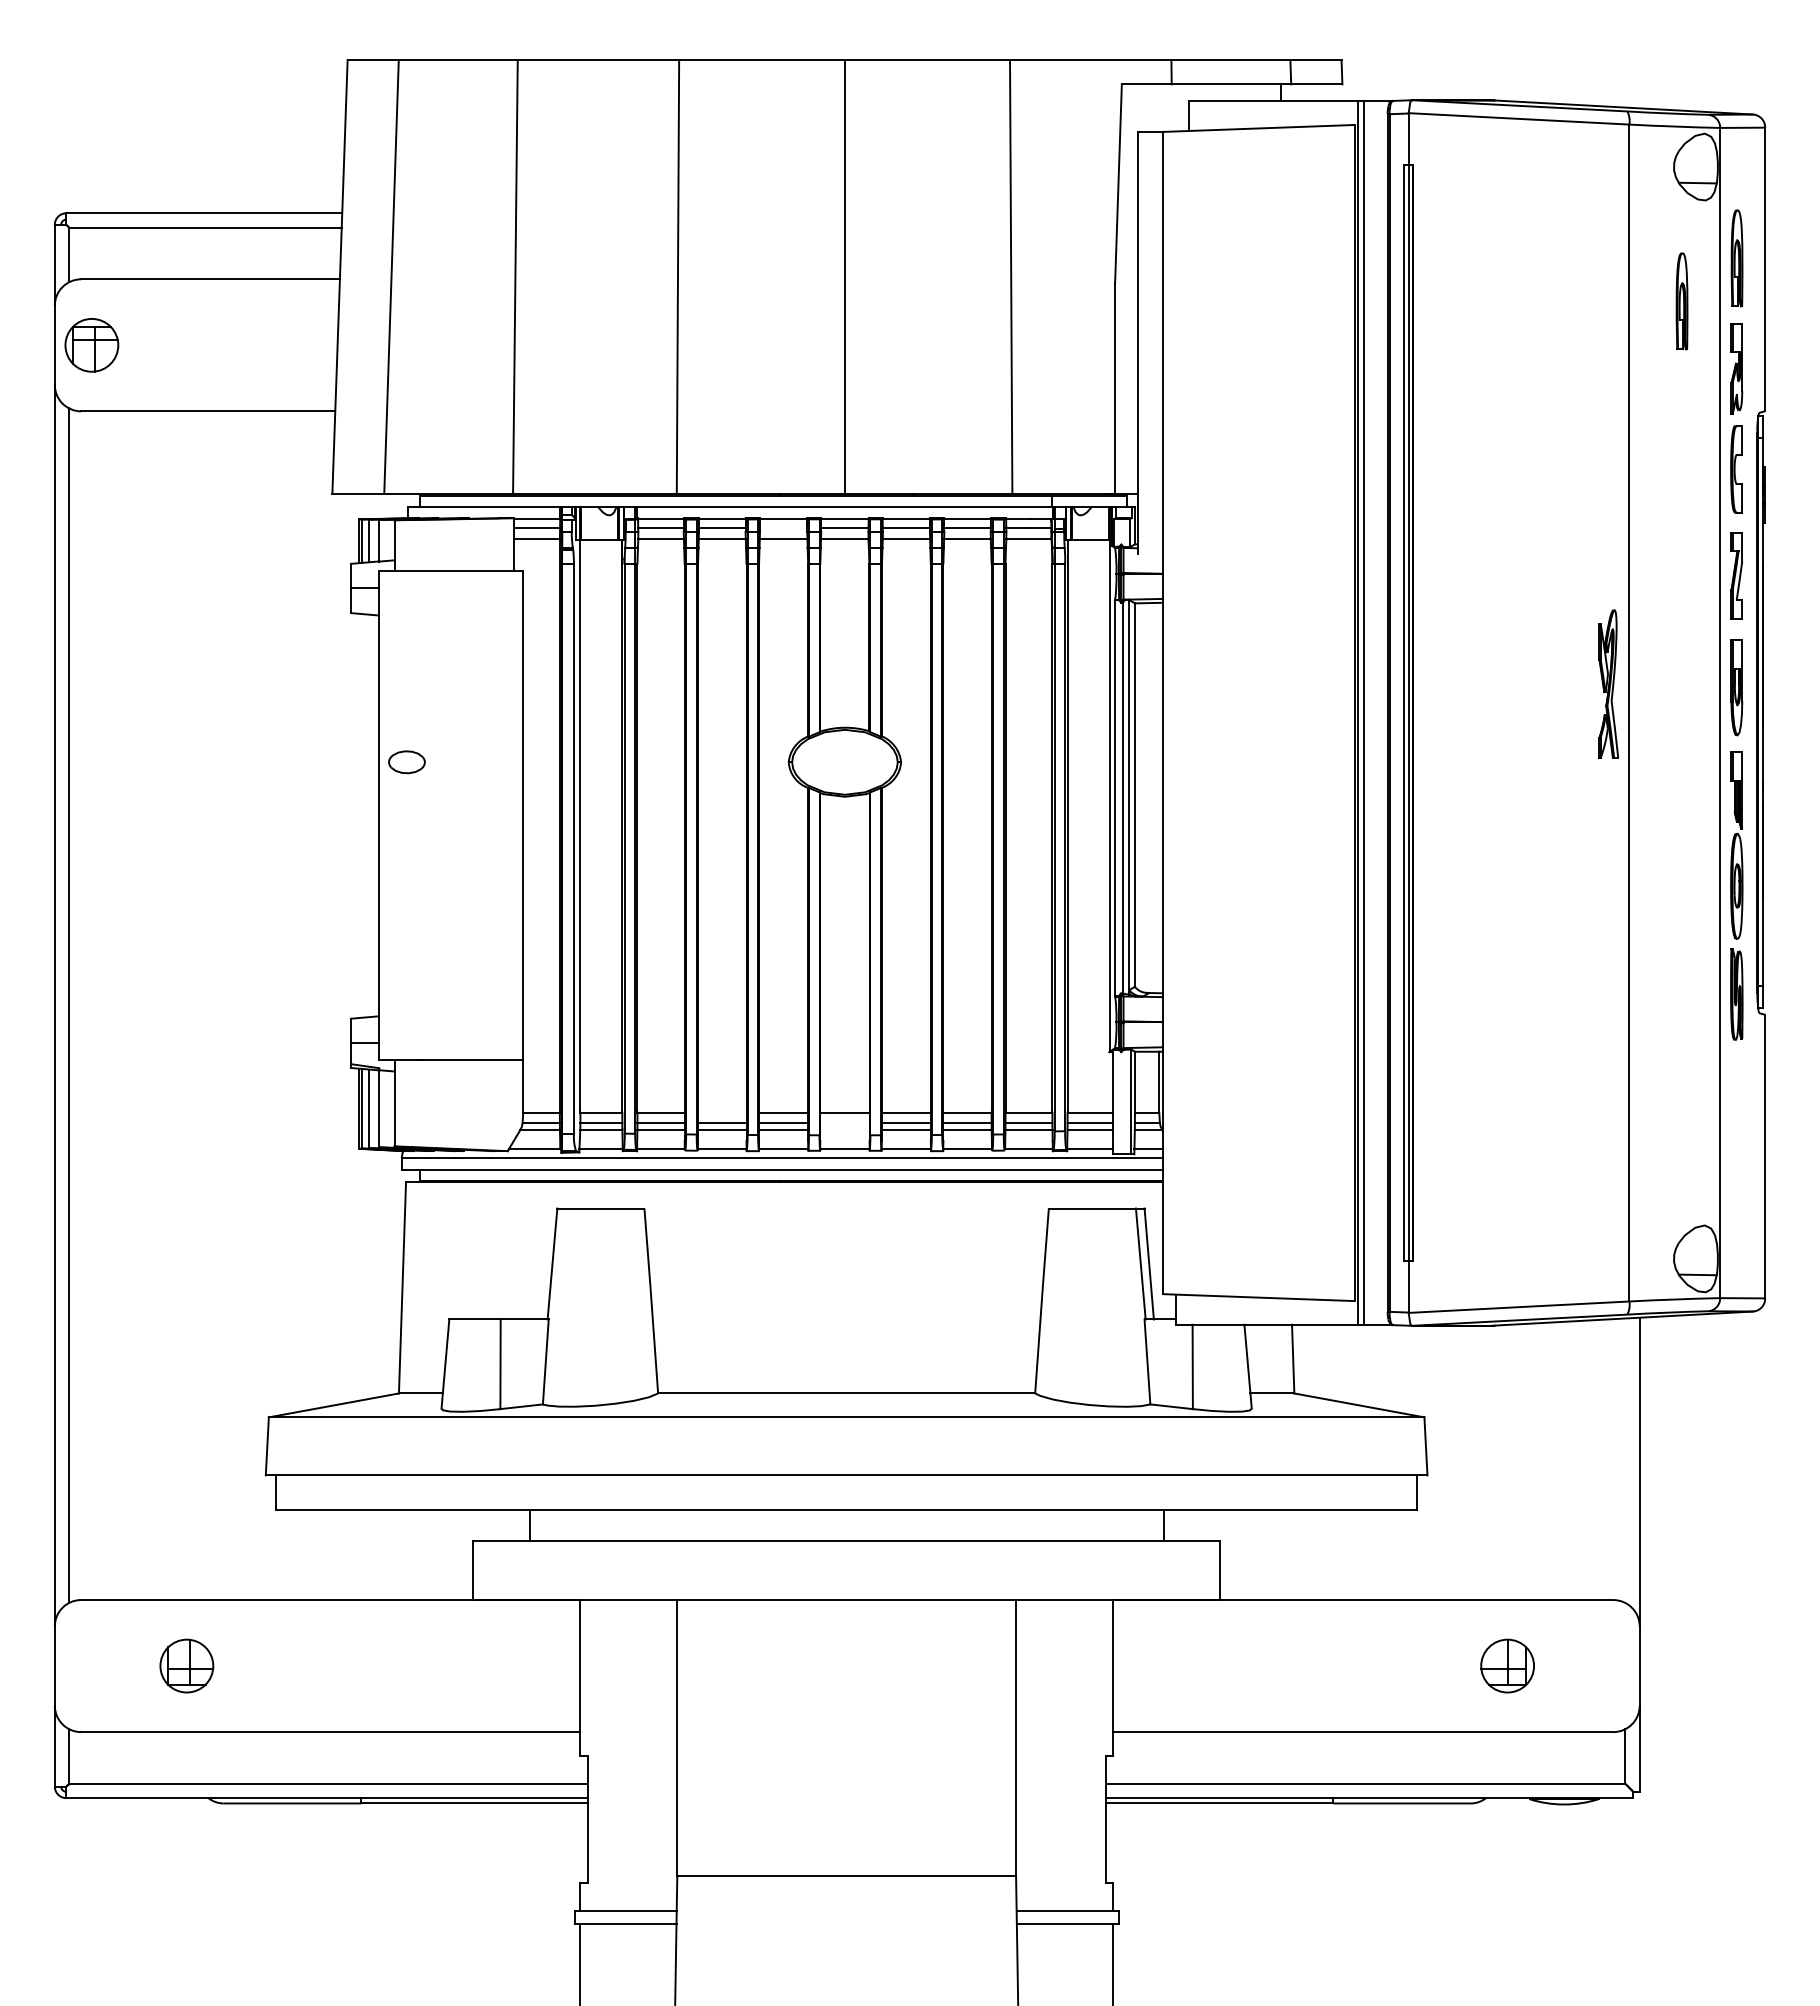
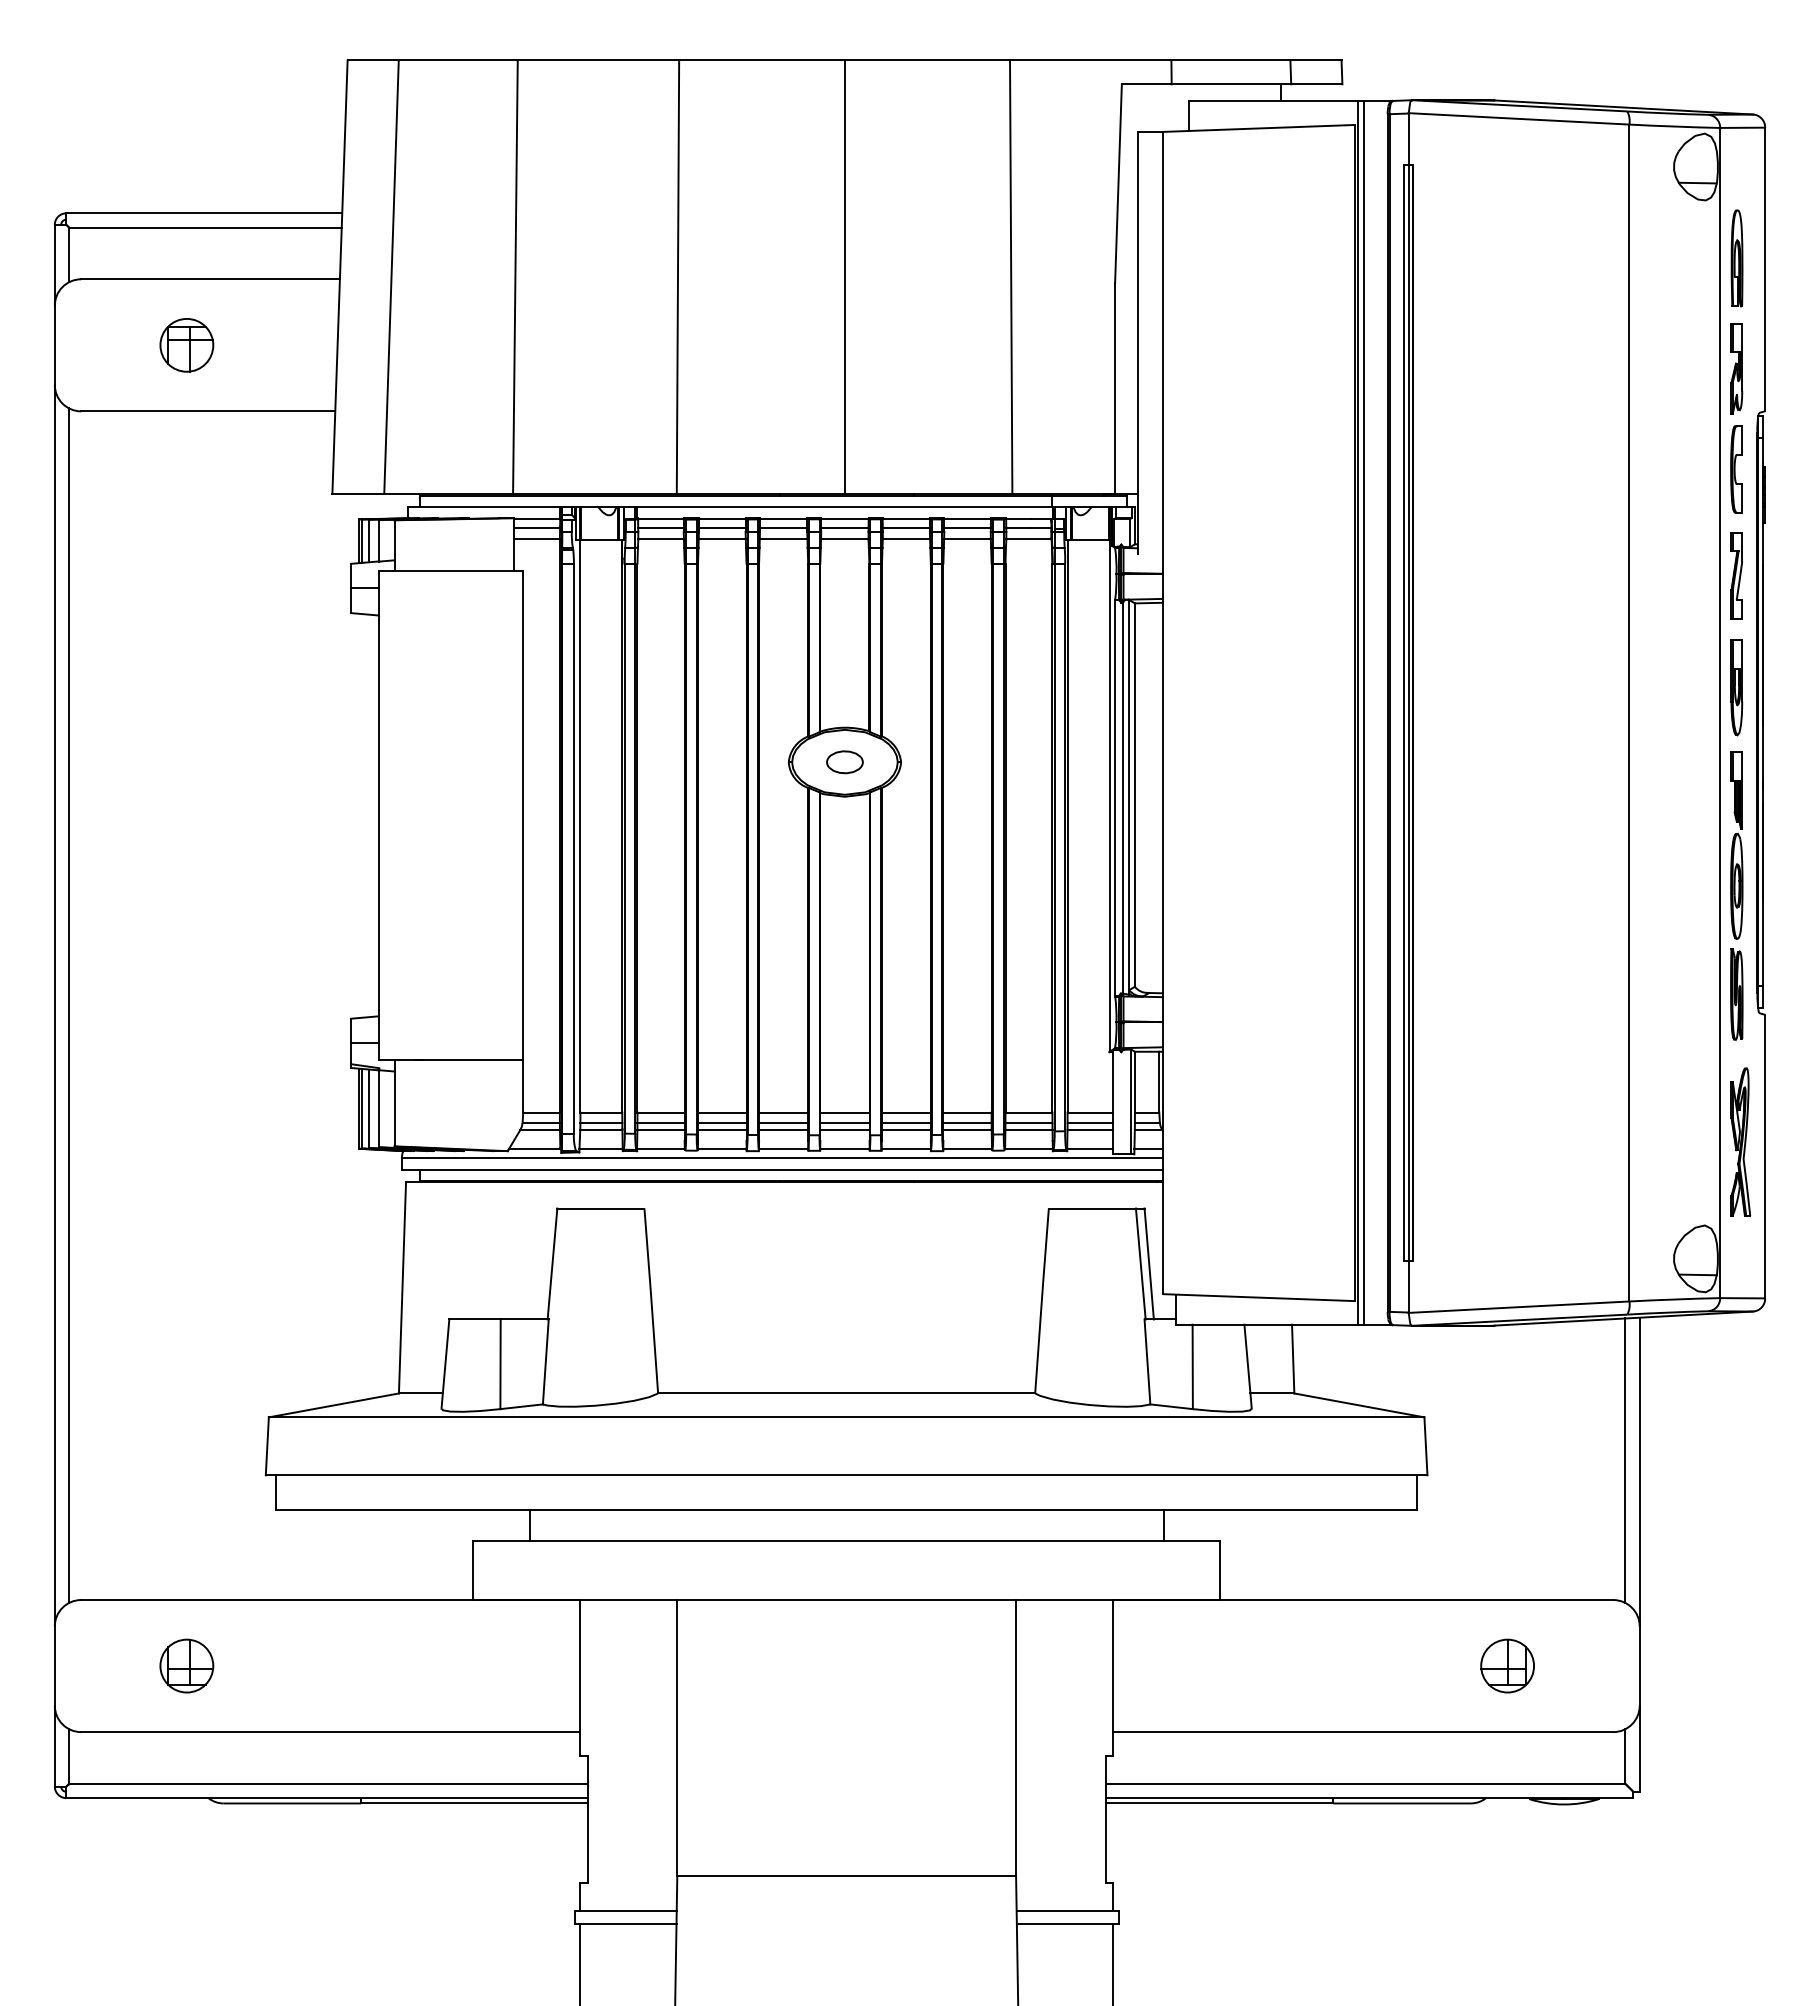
part at (1681, 301): present -> none
part at (91, 345) position: (91, 345) -> (186, 345)
line at (783, 527): none -> present
part at (1608, 683) position: (1608, 683) -> (1740, 1141)
part at (406, 762) position: (406, 762) -> (844, 762)
line at (722, 1112): none -> present
line at (844, 1122): none -> present
line at (844, 1130): none -> present
line at (1625, 1460): none -> present
